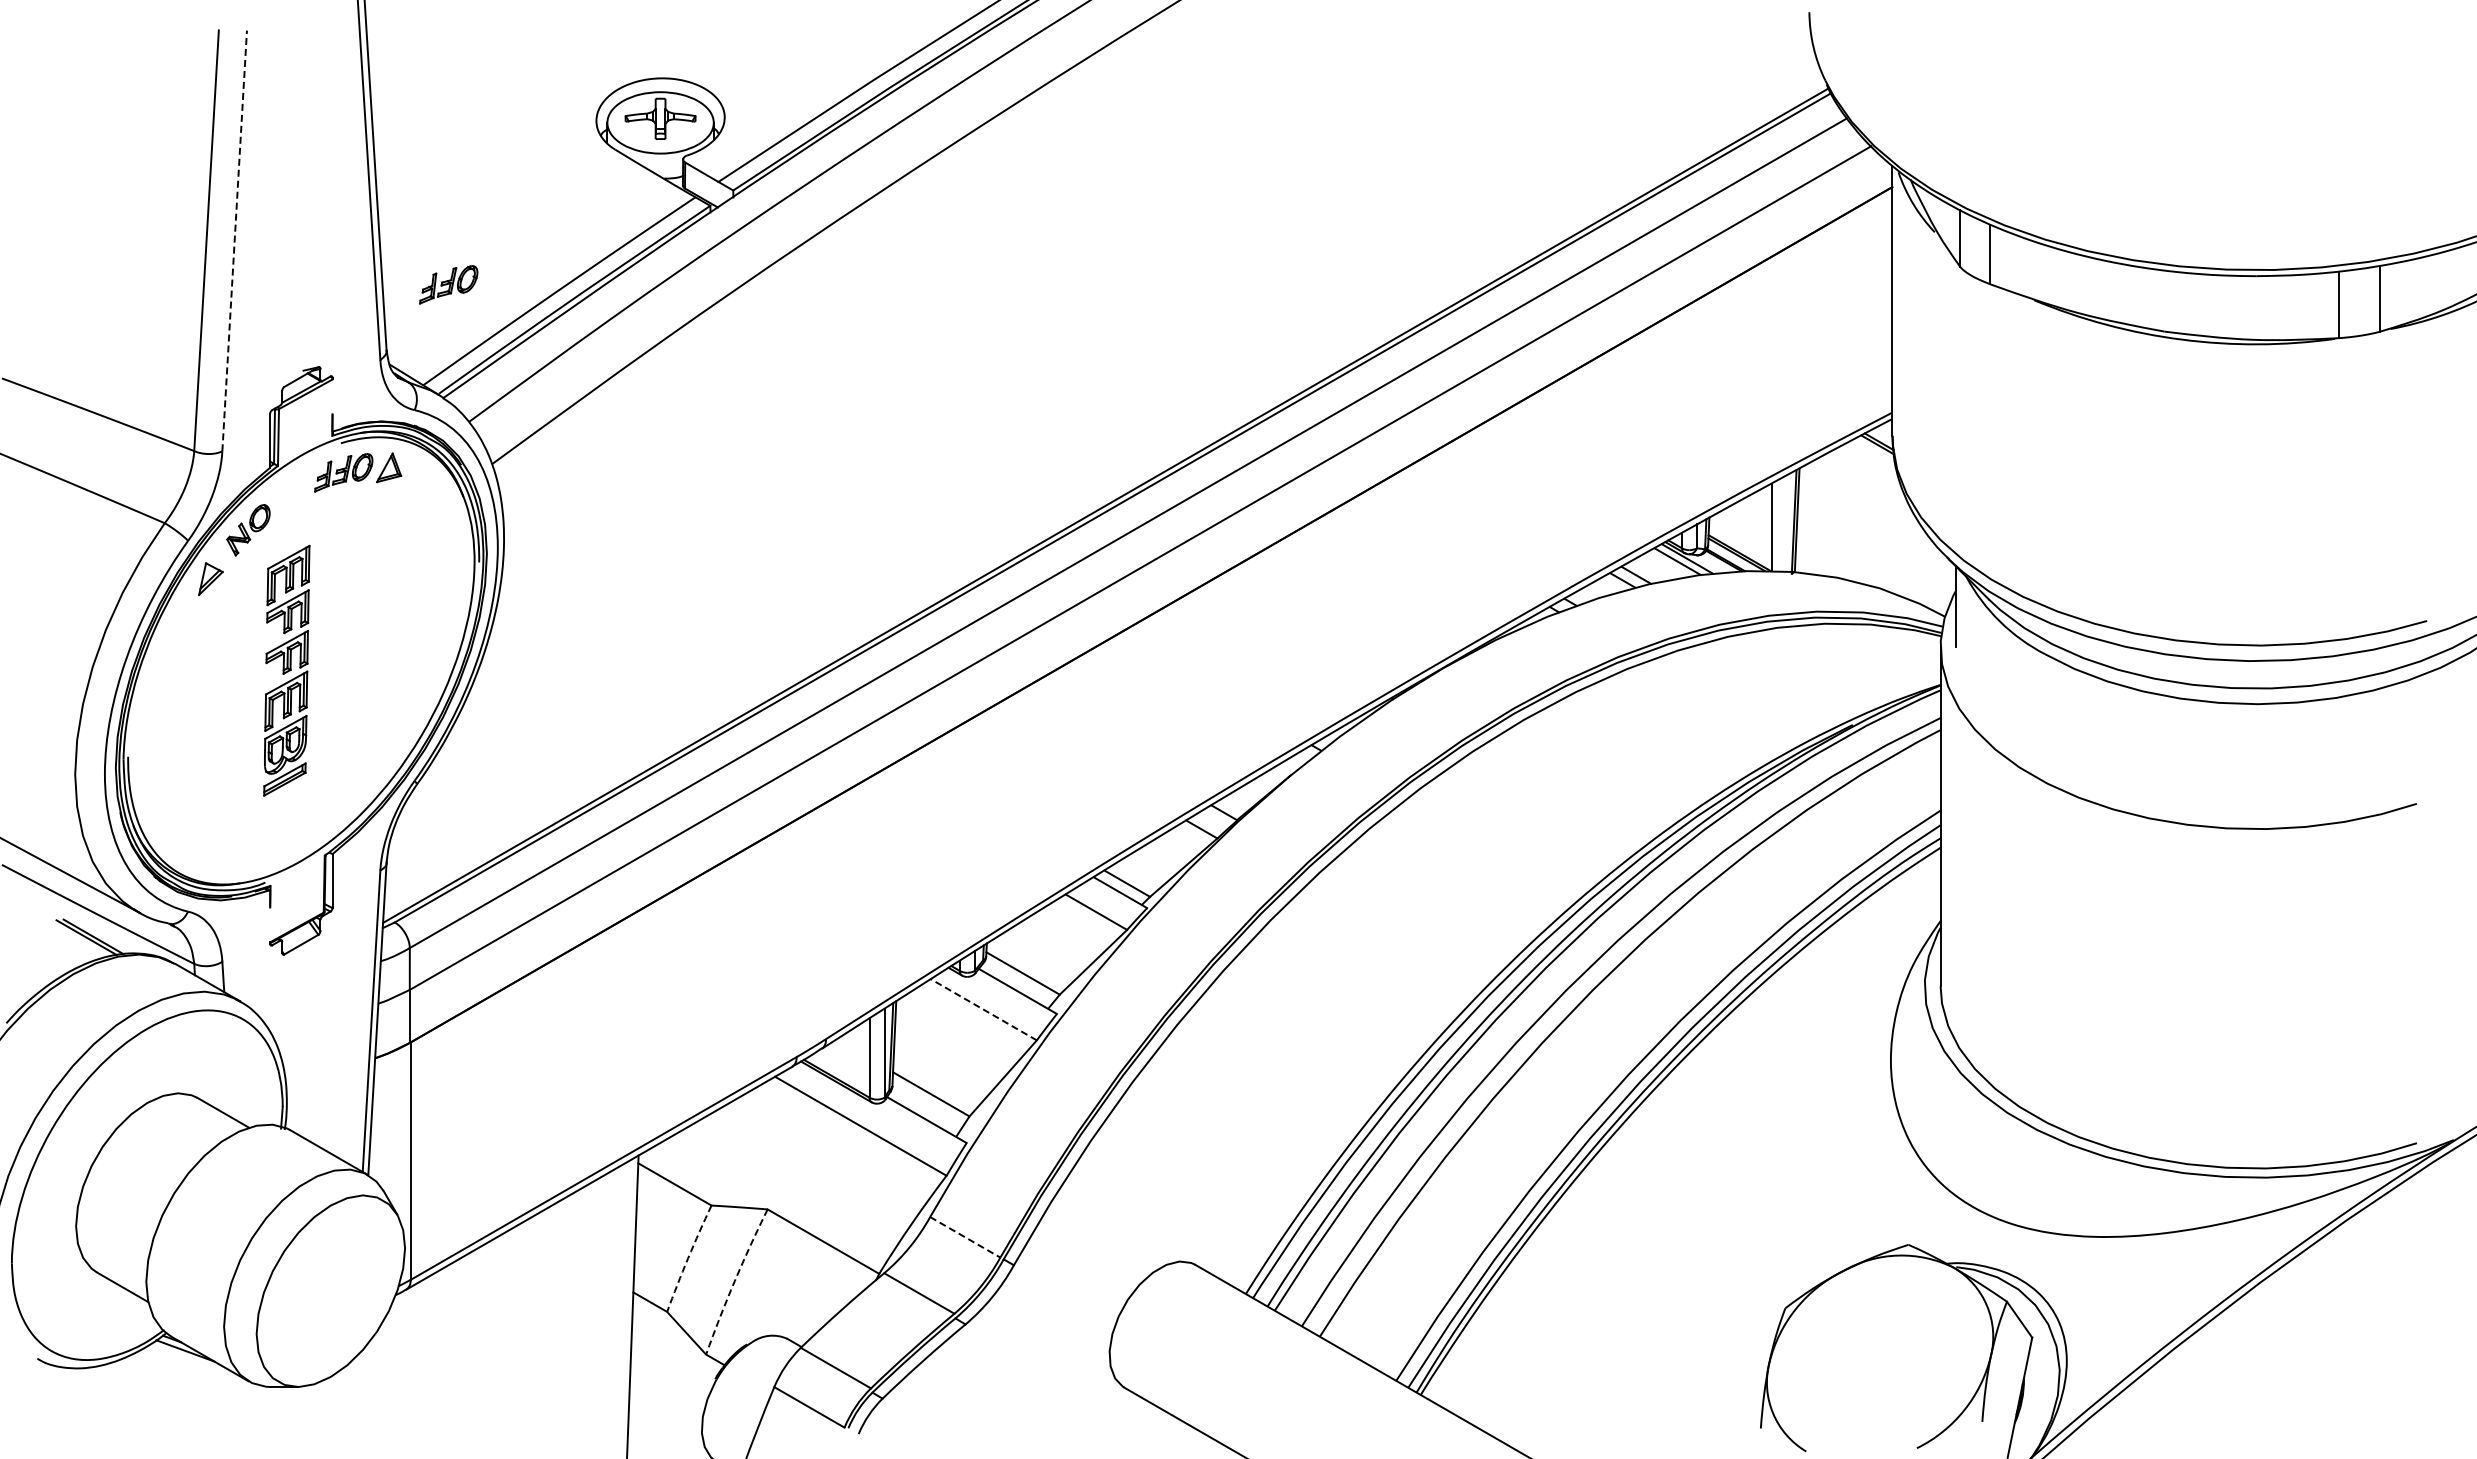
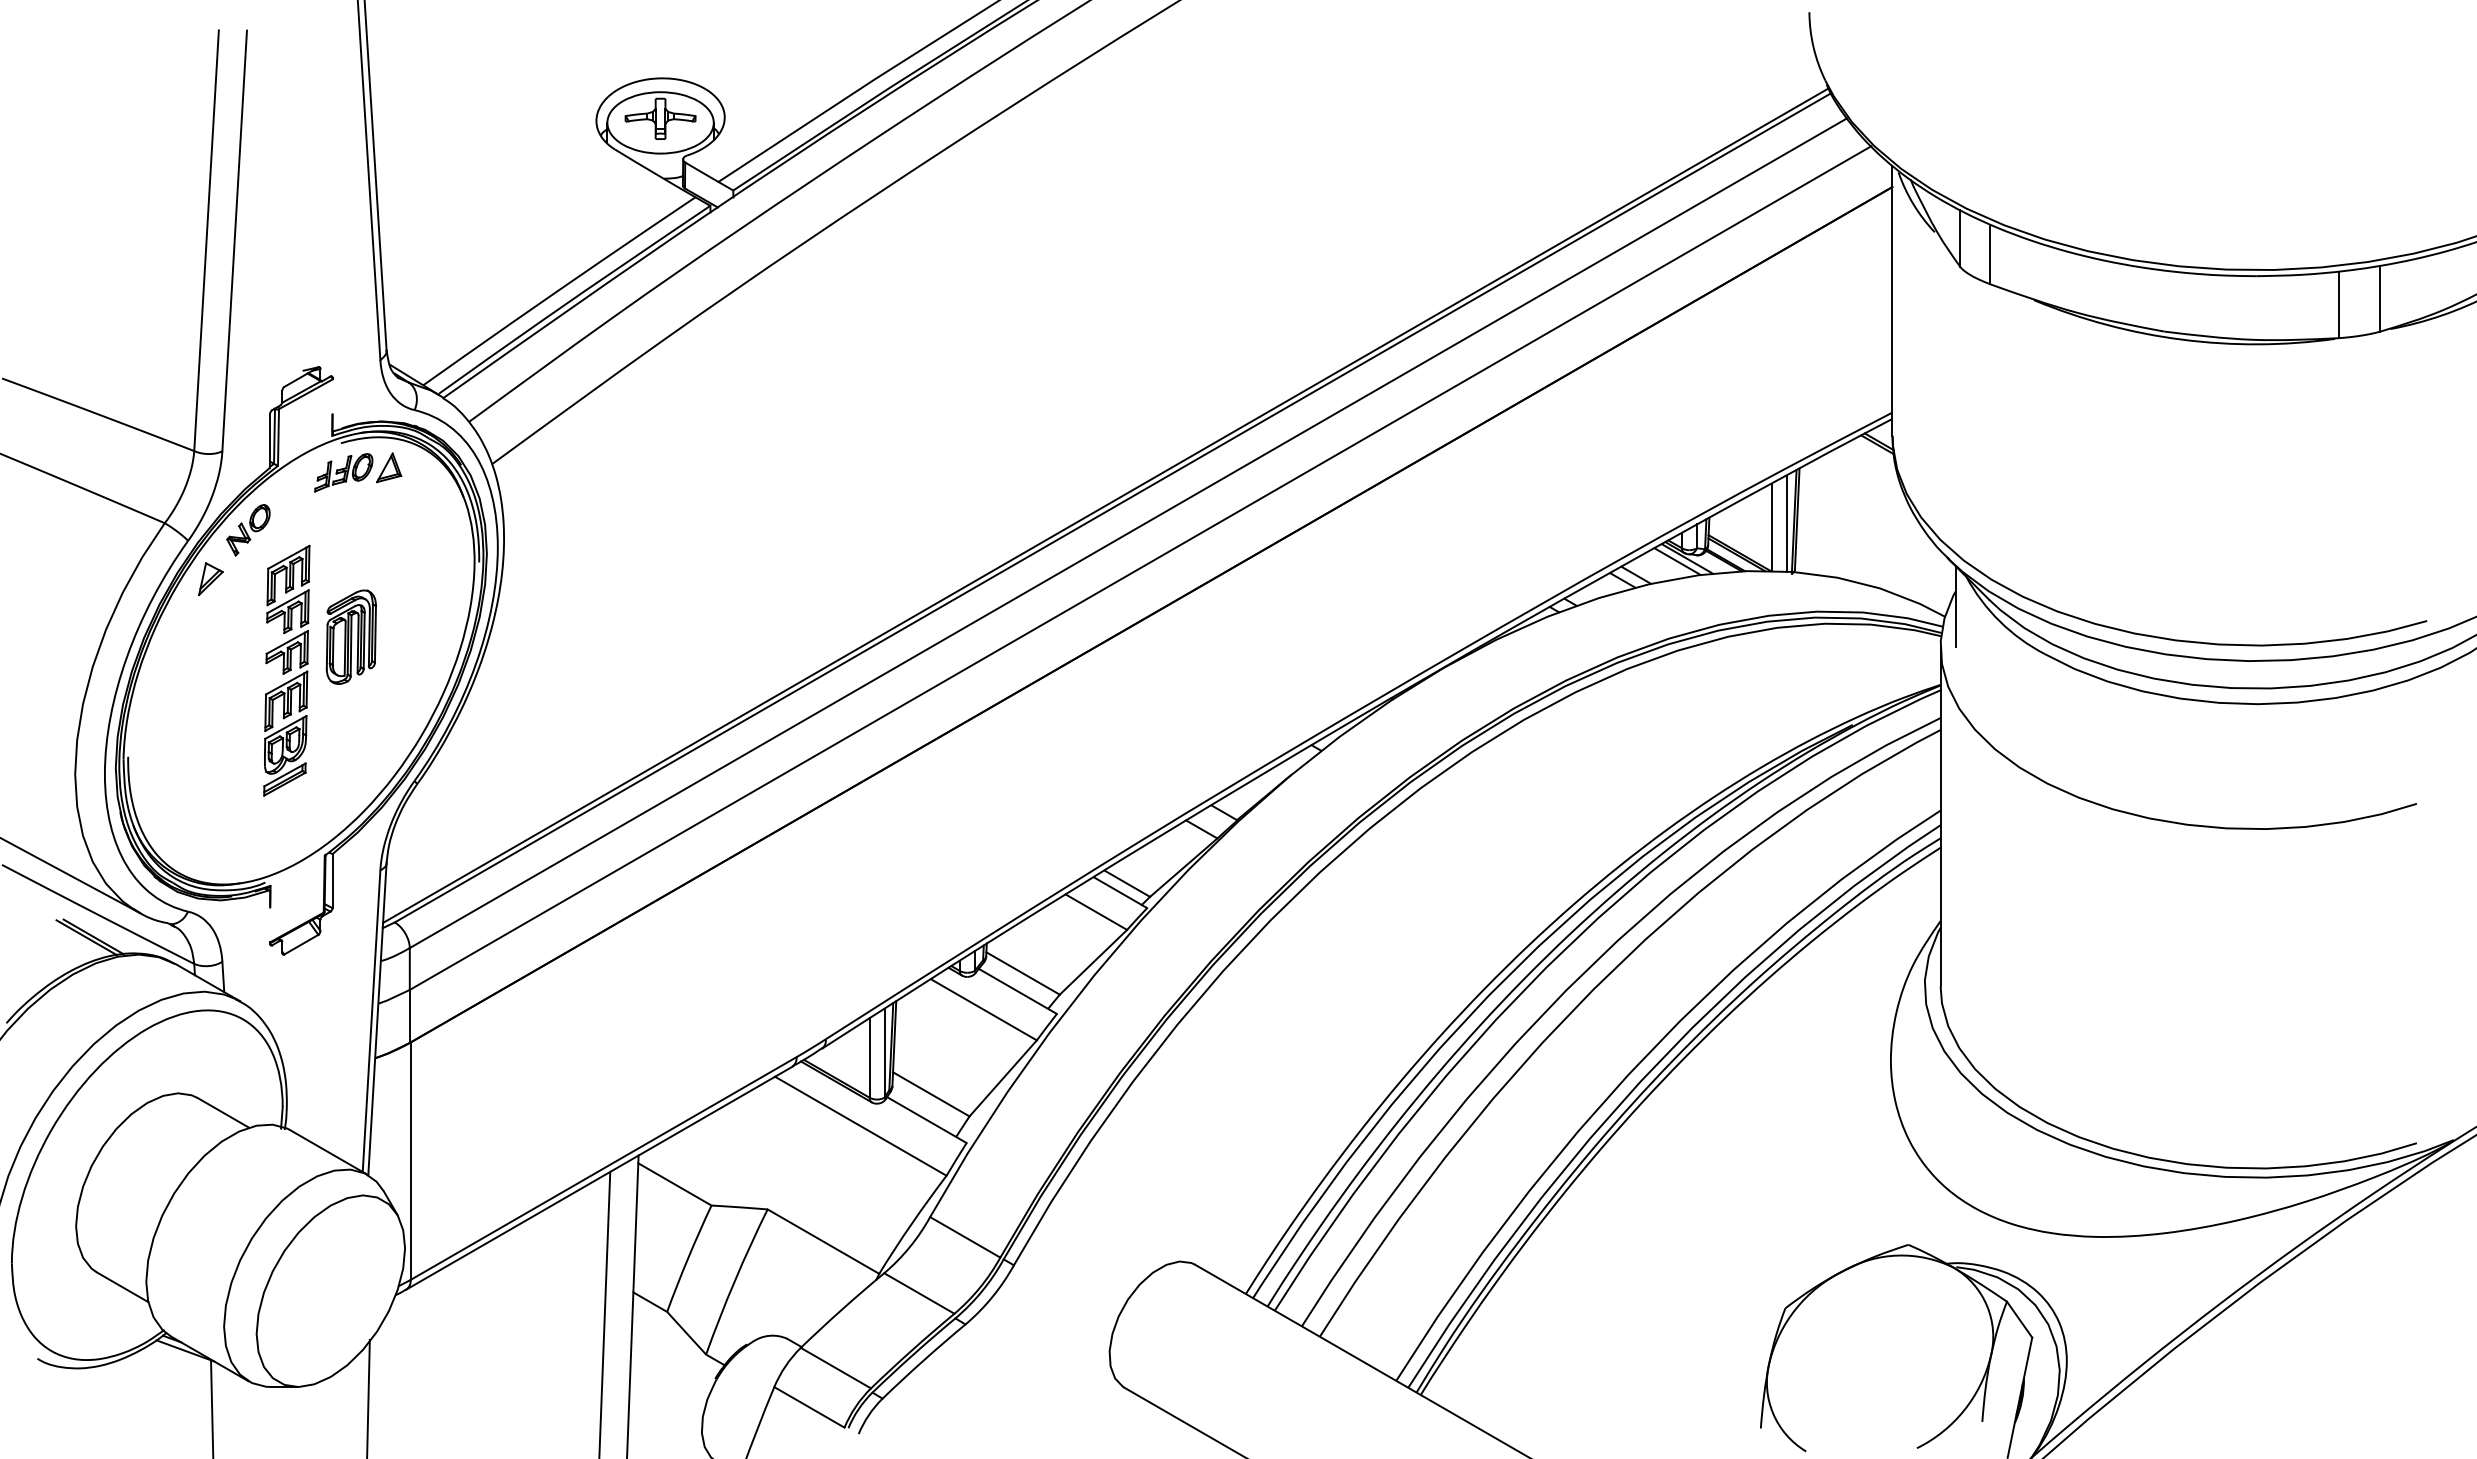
line at (234, 240): dashed -> solid
part at (448, 284): present -> none
line at (1787, 523): none -> present
part at (350, 636): none -> present
line at (983, 1009): dashed -> solid
line at (965, 1237): dashed -> solid
arc at (688, 1258): dashed -> solid
arc at (734, 1281): dashed -> solid
line at (604, 1313): none -> present
line at (368, 1397): none -> present
line at (212, 1407): none -> present
